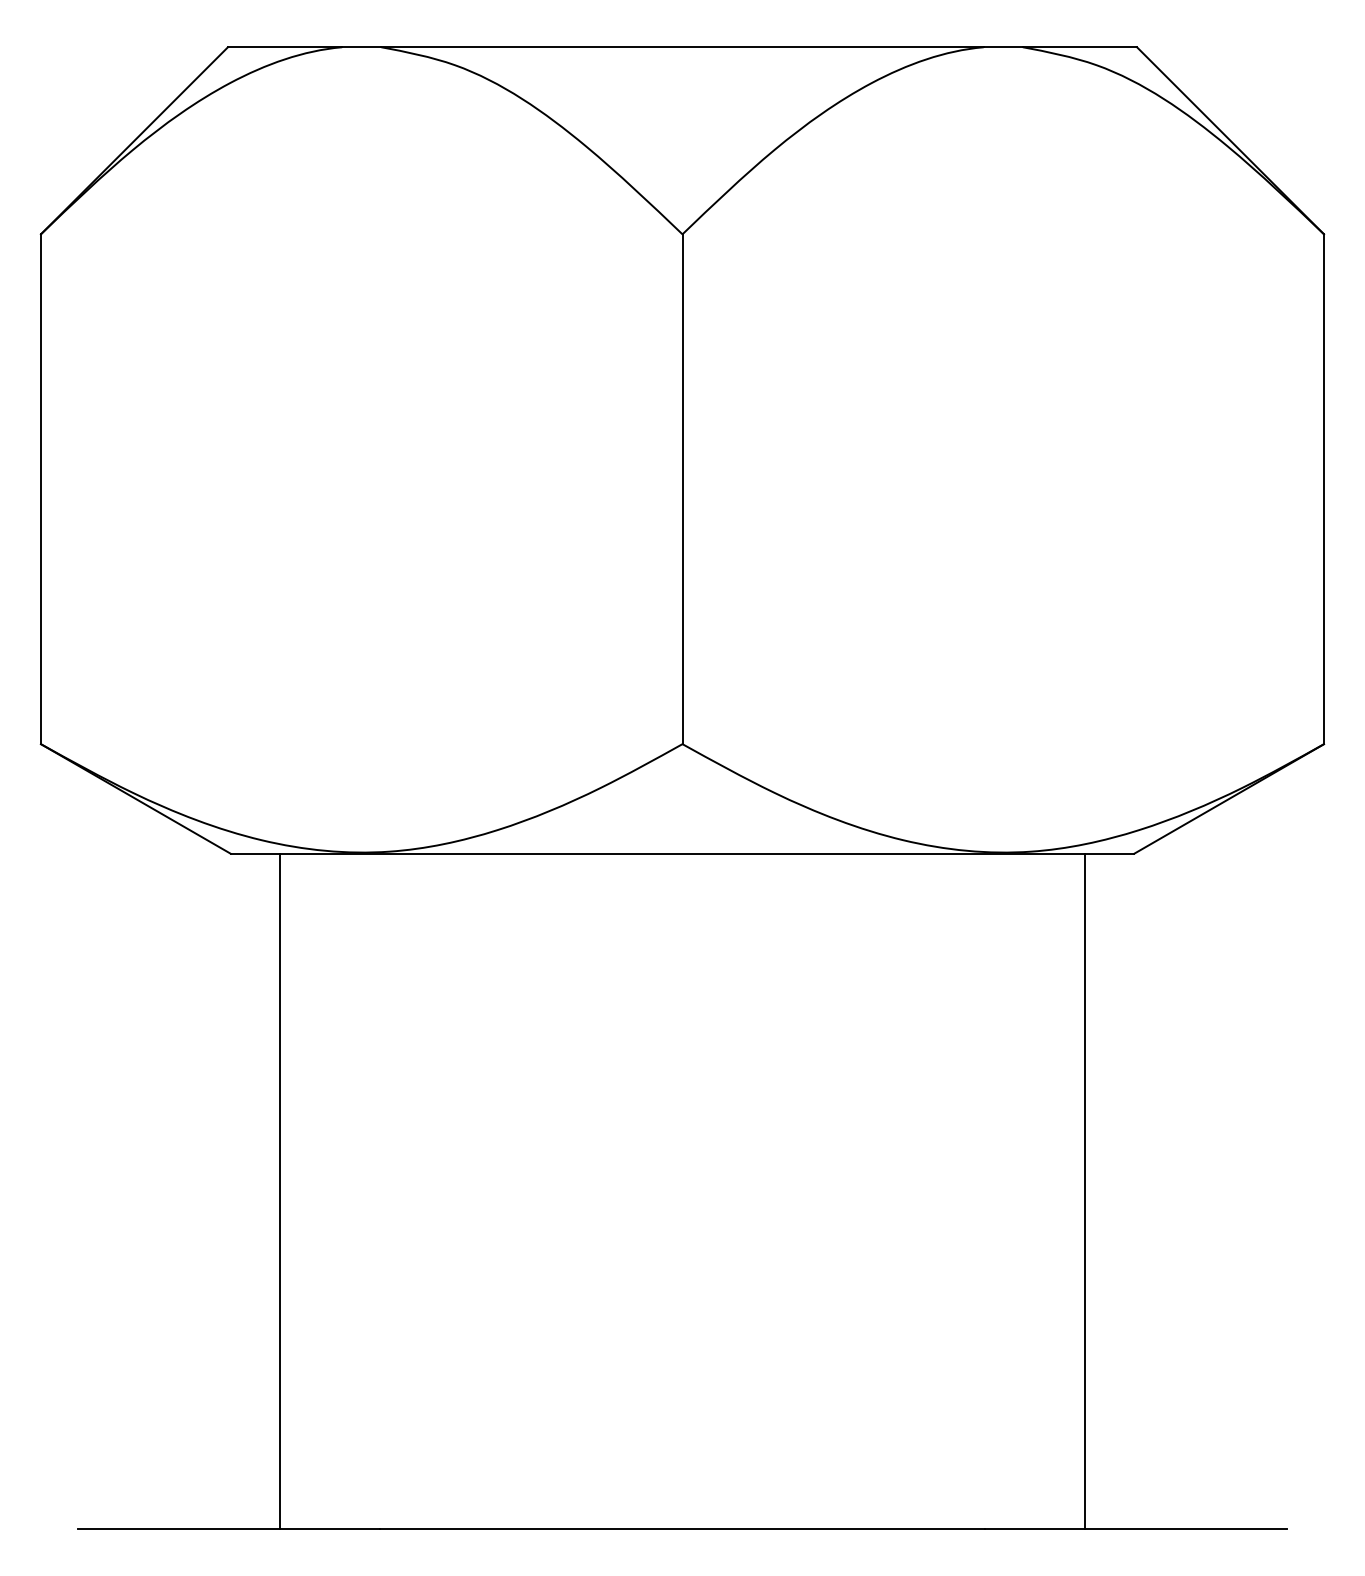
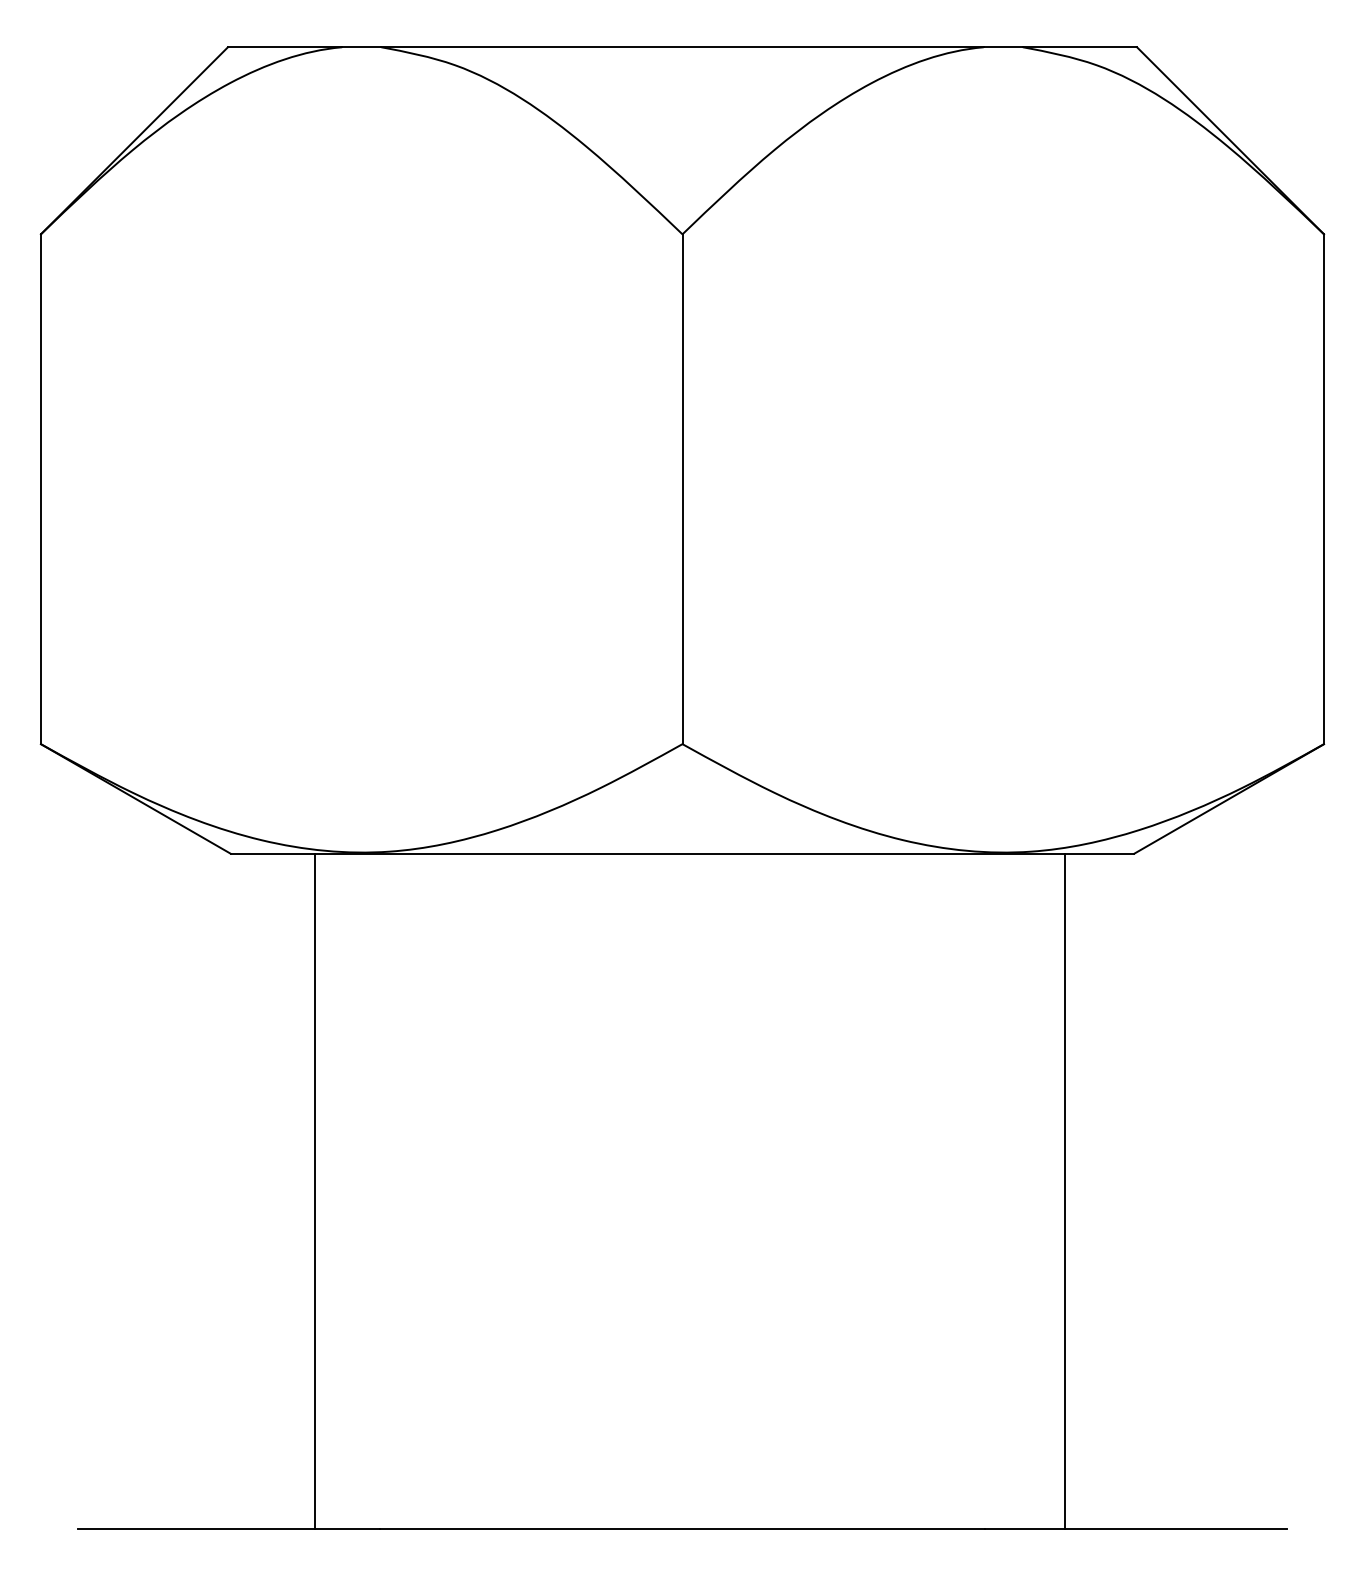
line at (280, 1190) position: (280, 1190) -> (315, 1190)
line at (1084, 1190) position: (1084, 1190) -> (1064, 1190)
